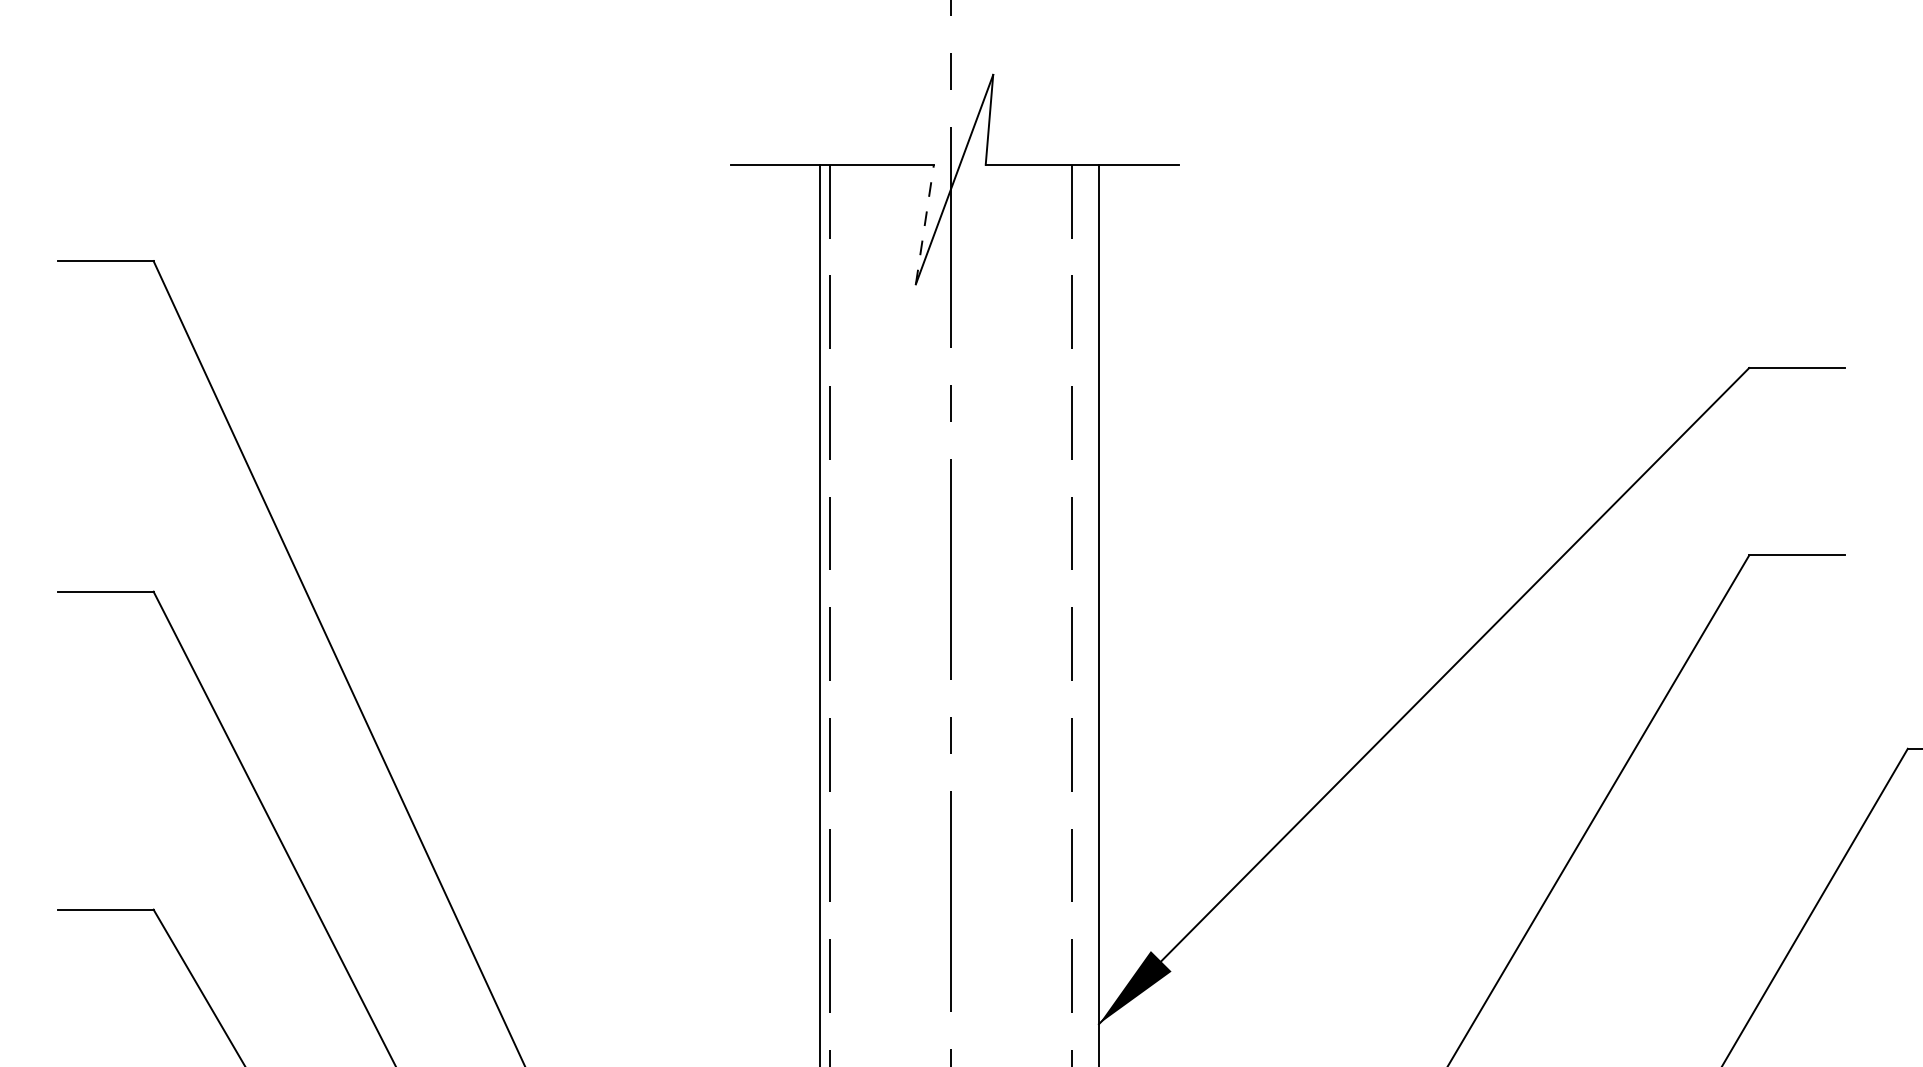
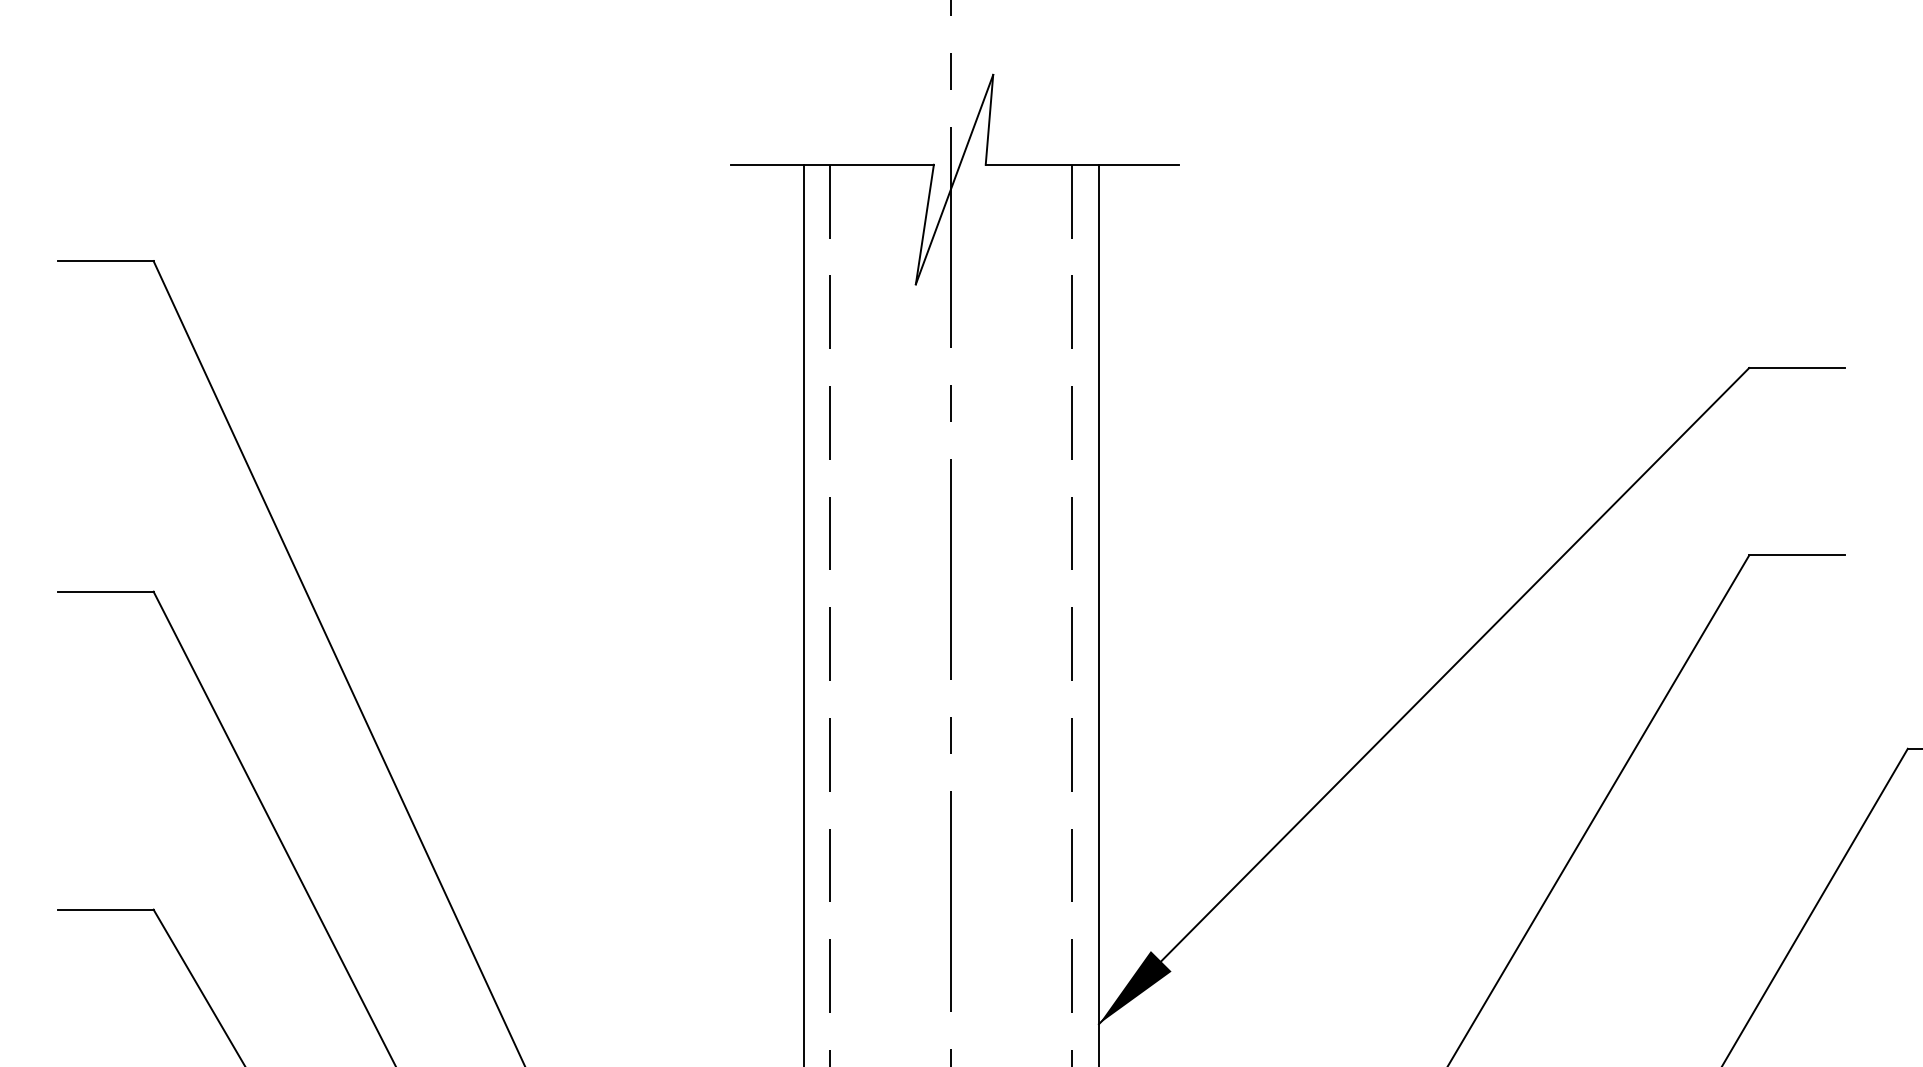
line at (924, 224): dashed -> solid
line at (819, 613) position: (819, 613) -> (803, 613)
